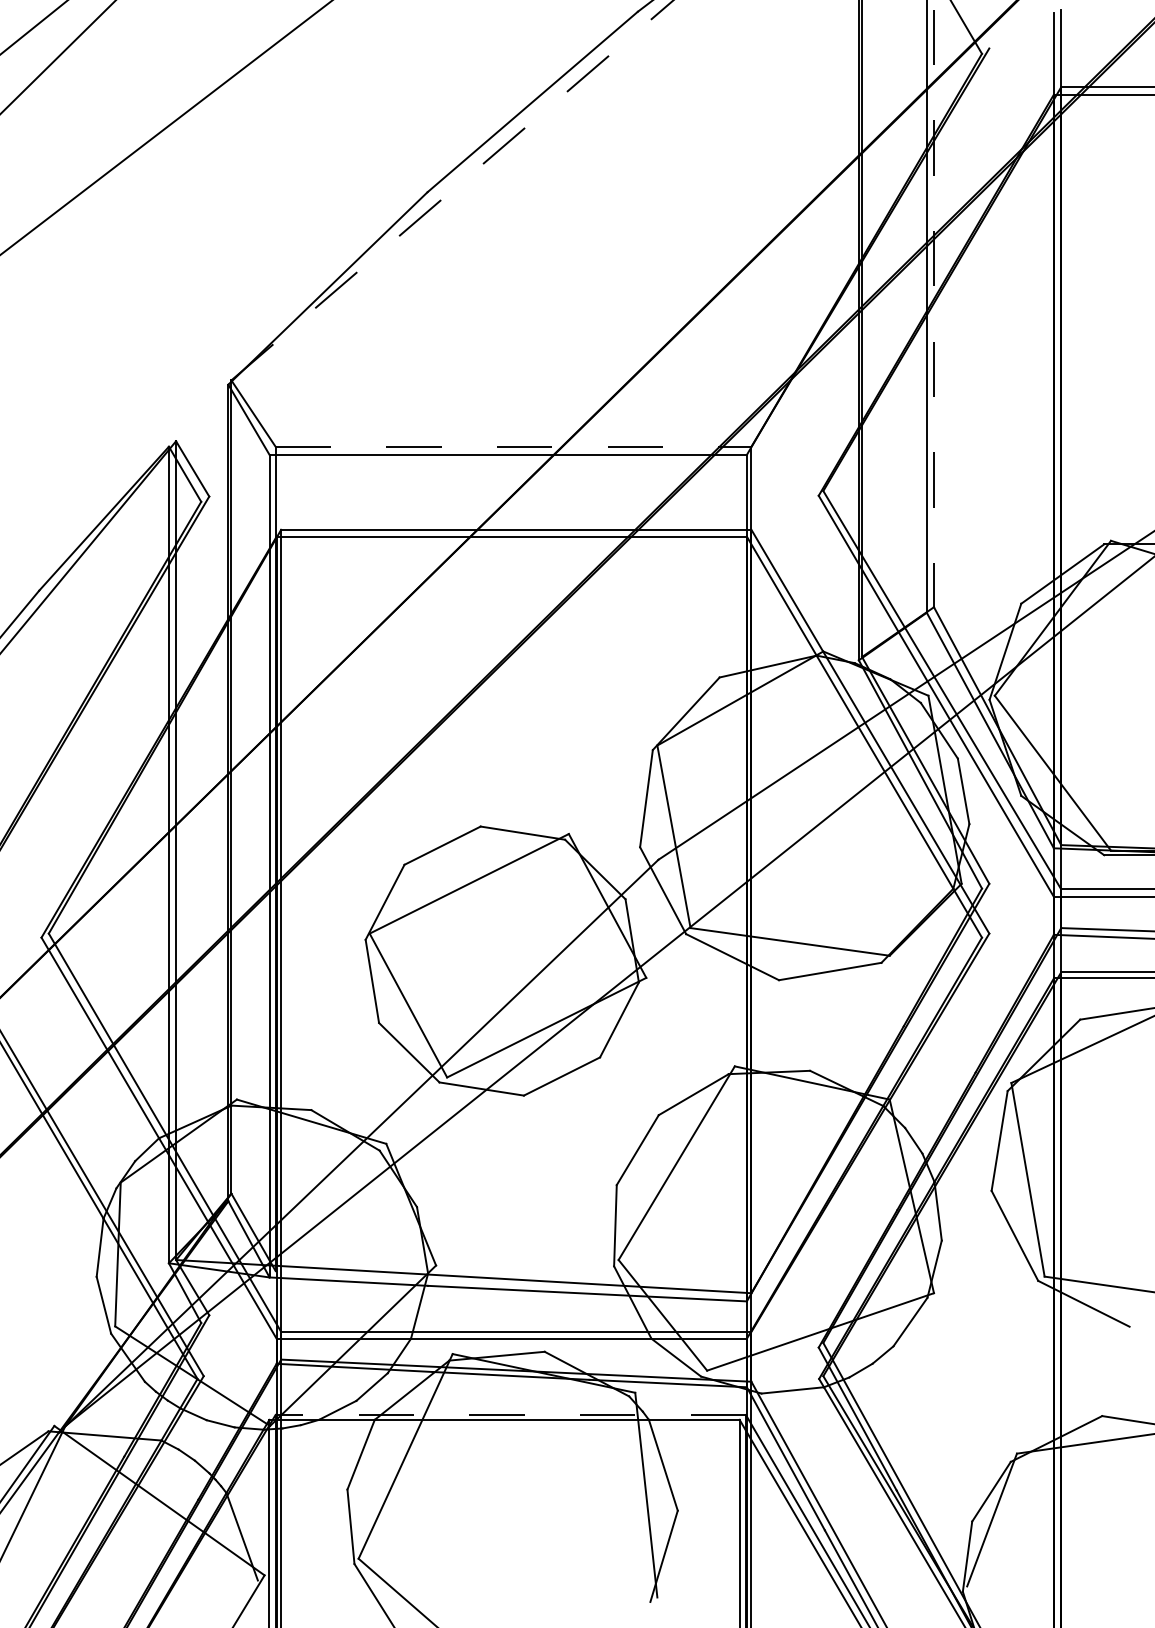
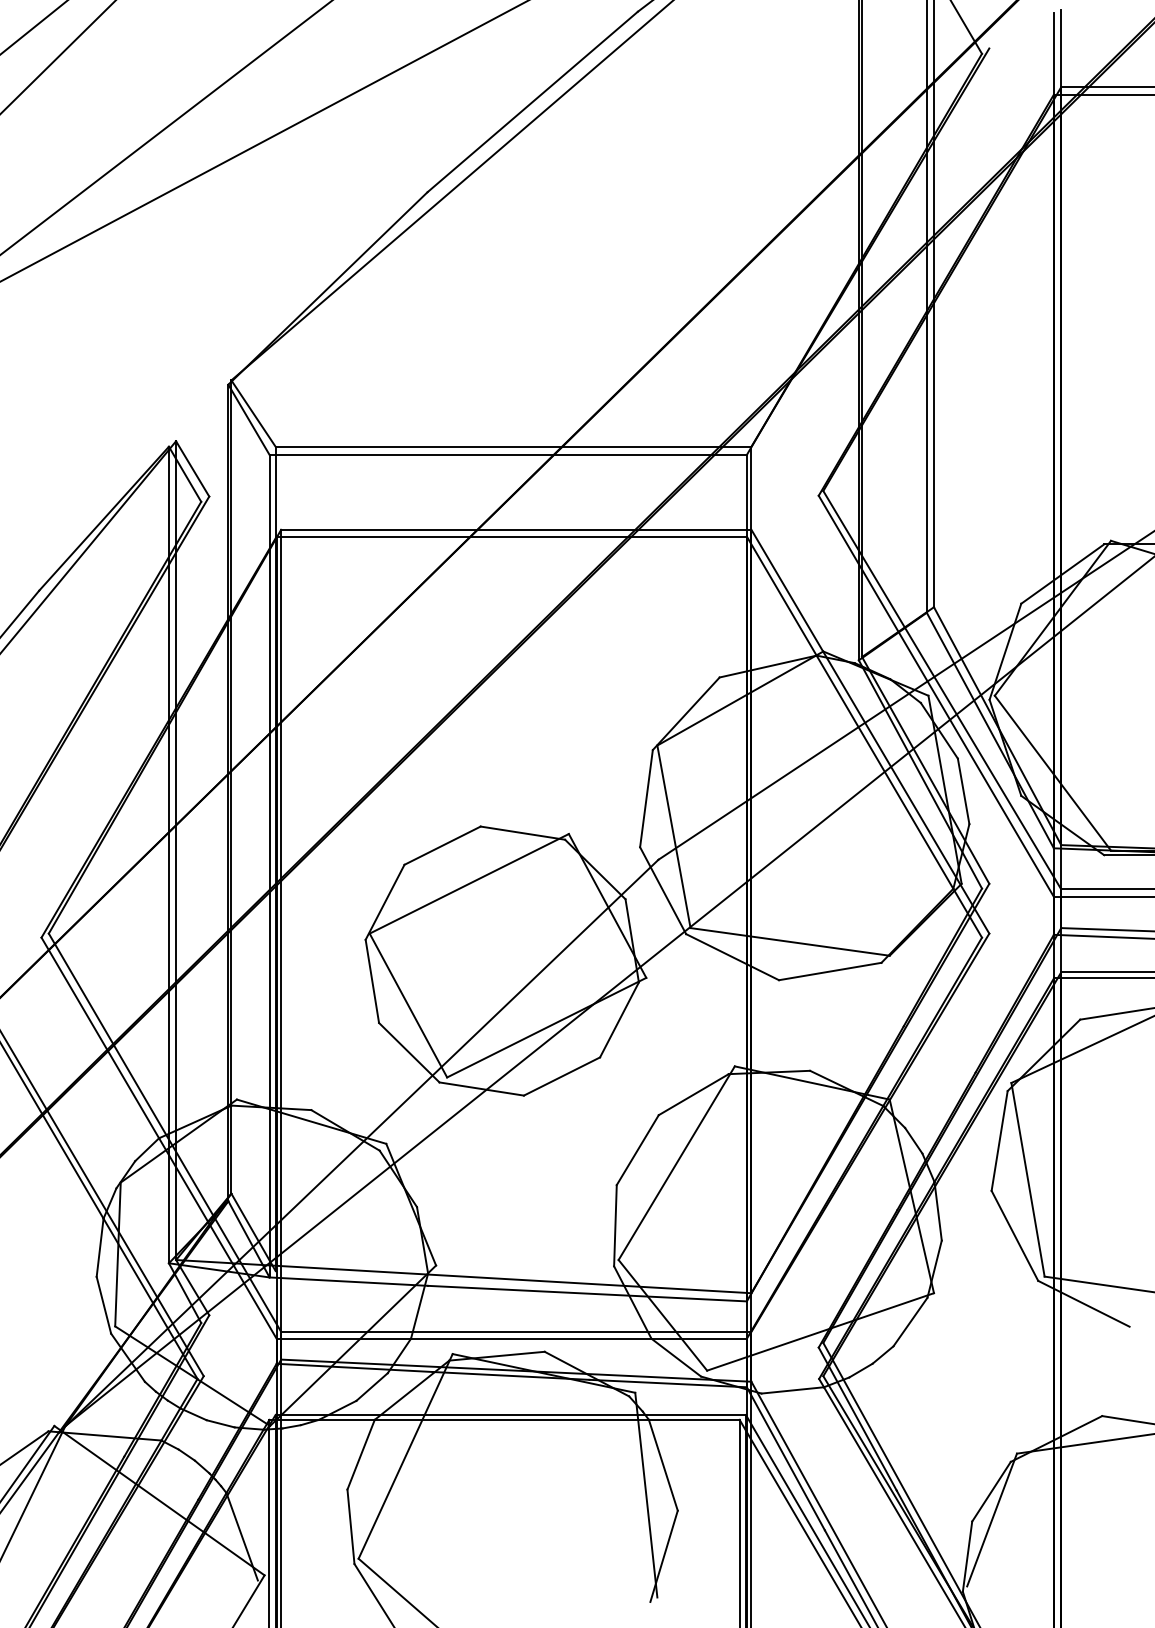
line at (263, 141): none -> present
line at (452, 190): dashed -> solid
line at (933, 304): dashed -> solid
line at (513, 446): dashed -> solid
line at (510, 1414): dashed -> solid
